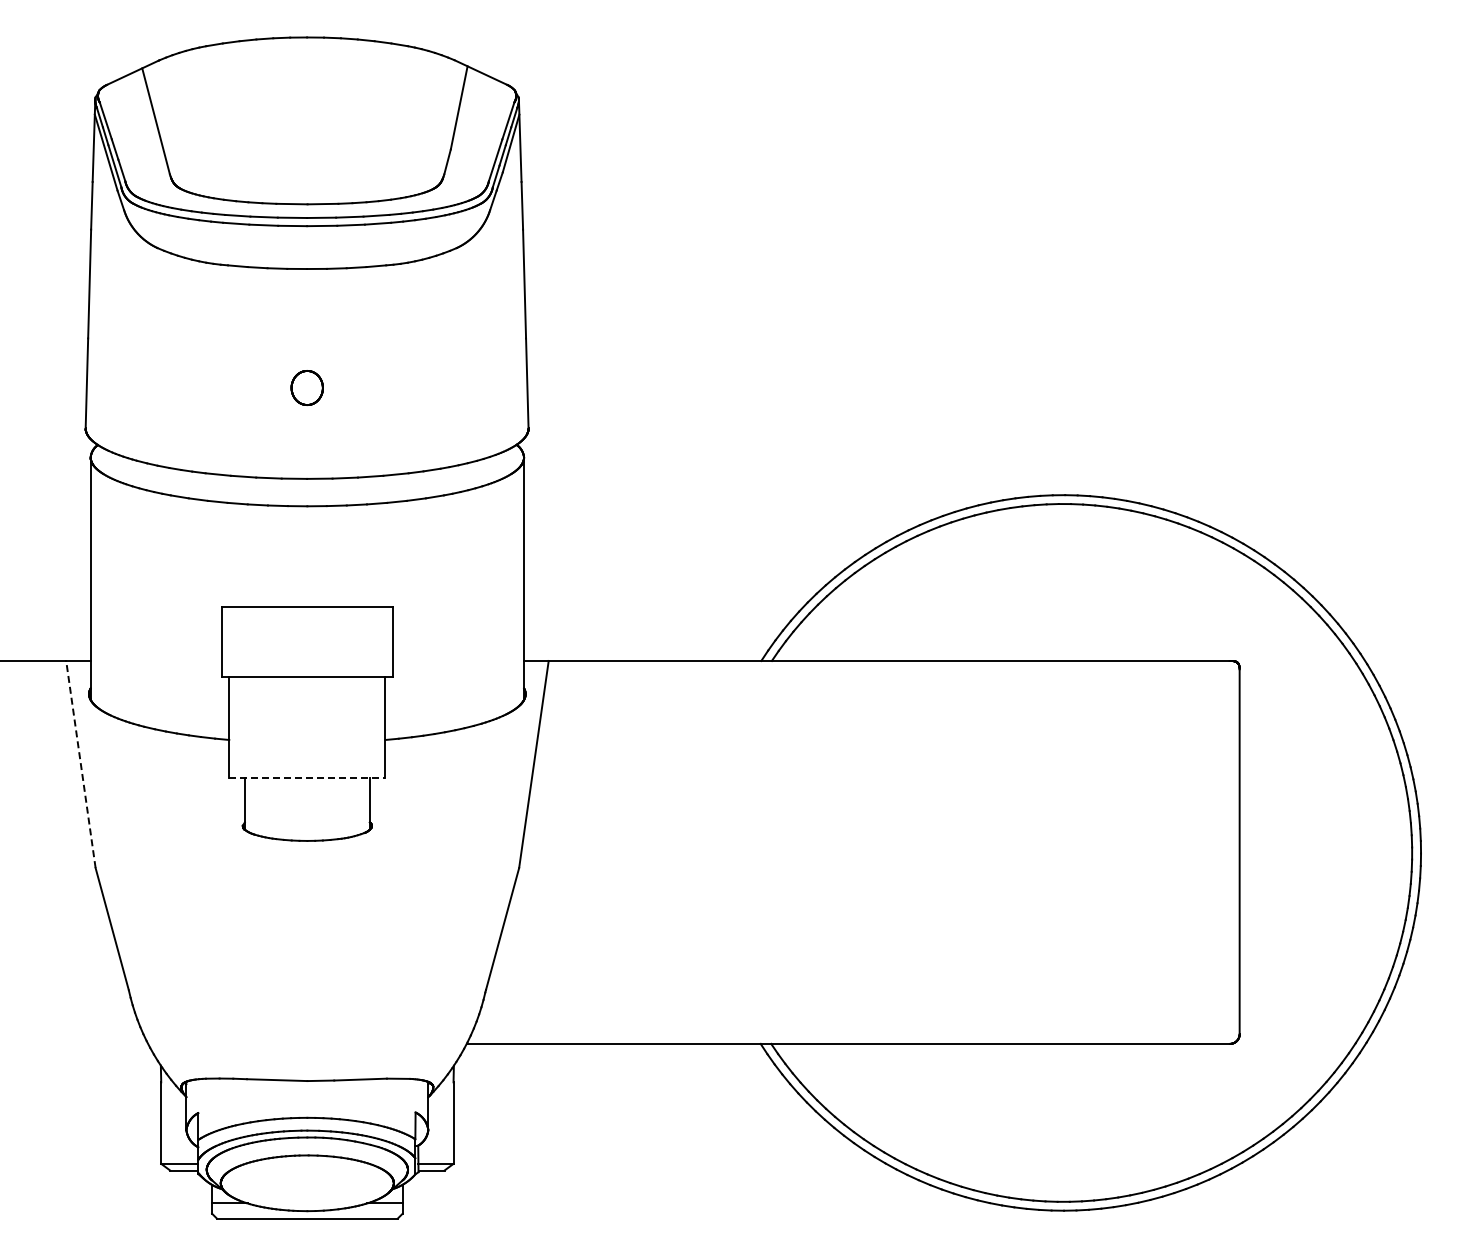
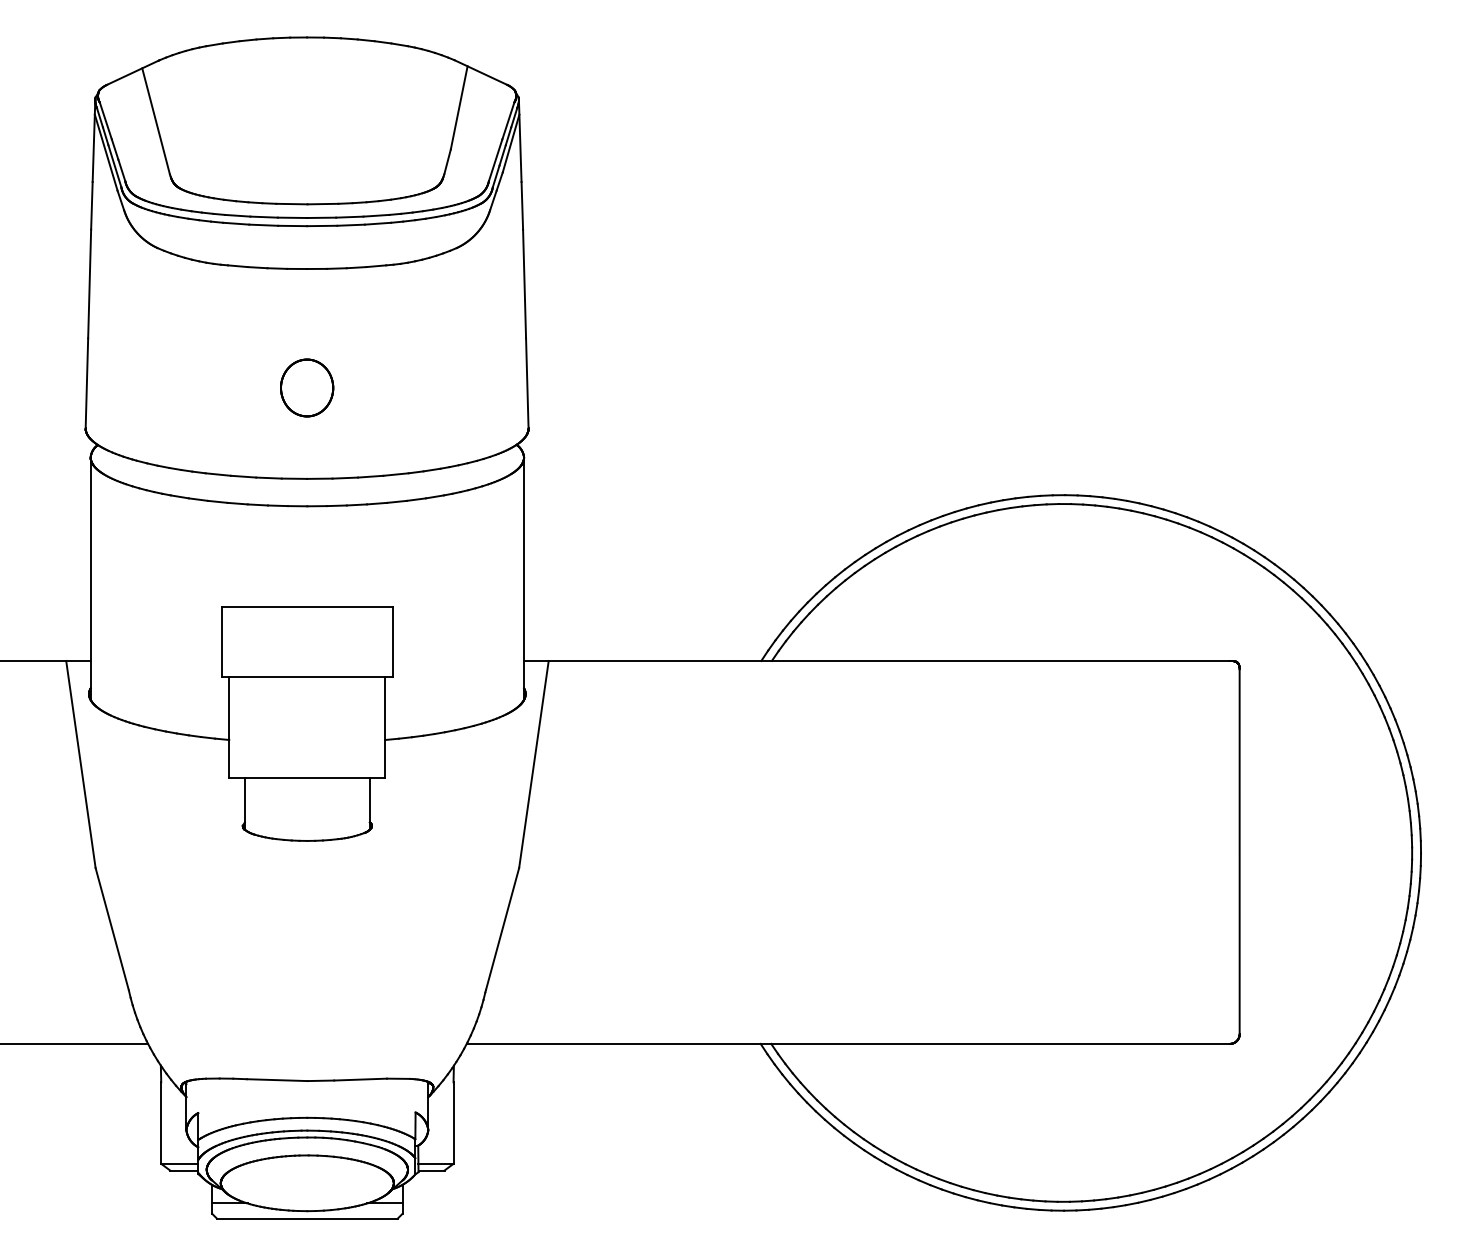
part at (306, 387) size: 34x36 px -> 55x60 px
line at (80, 764): dashed -> solid
line at (307, 777): dashed -> solid
line at (75, 1043): none -> present
